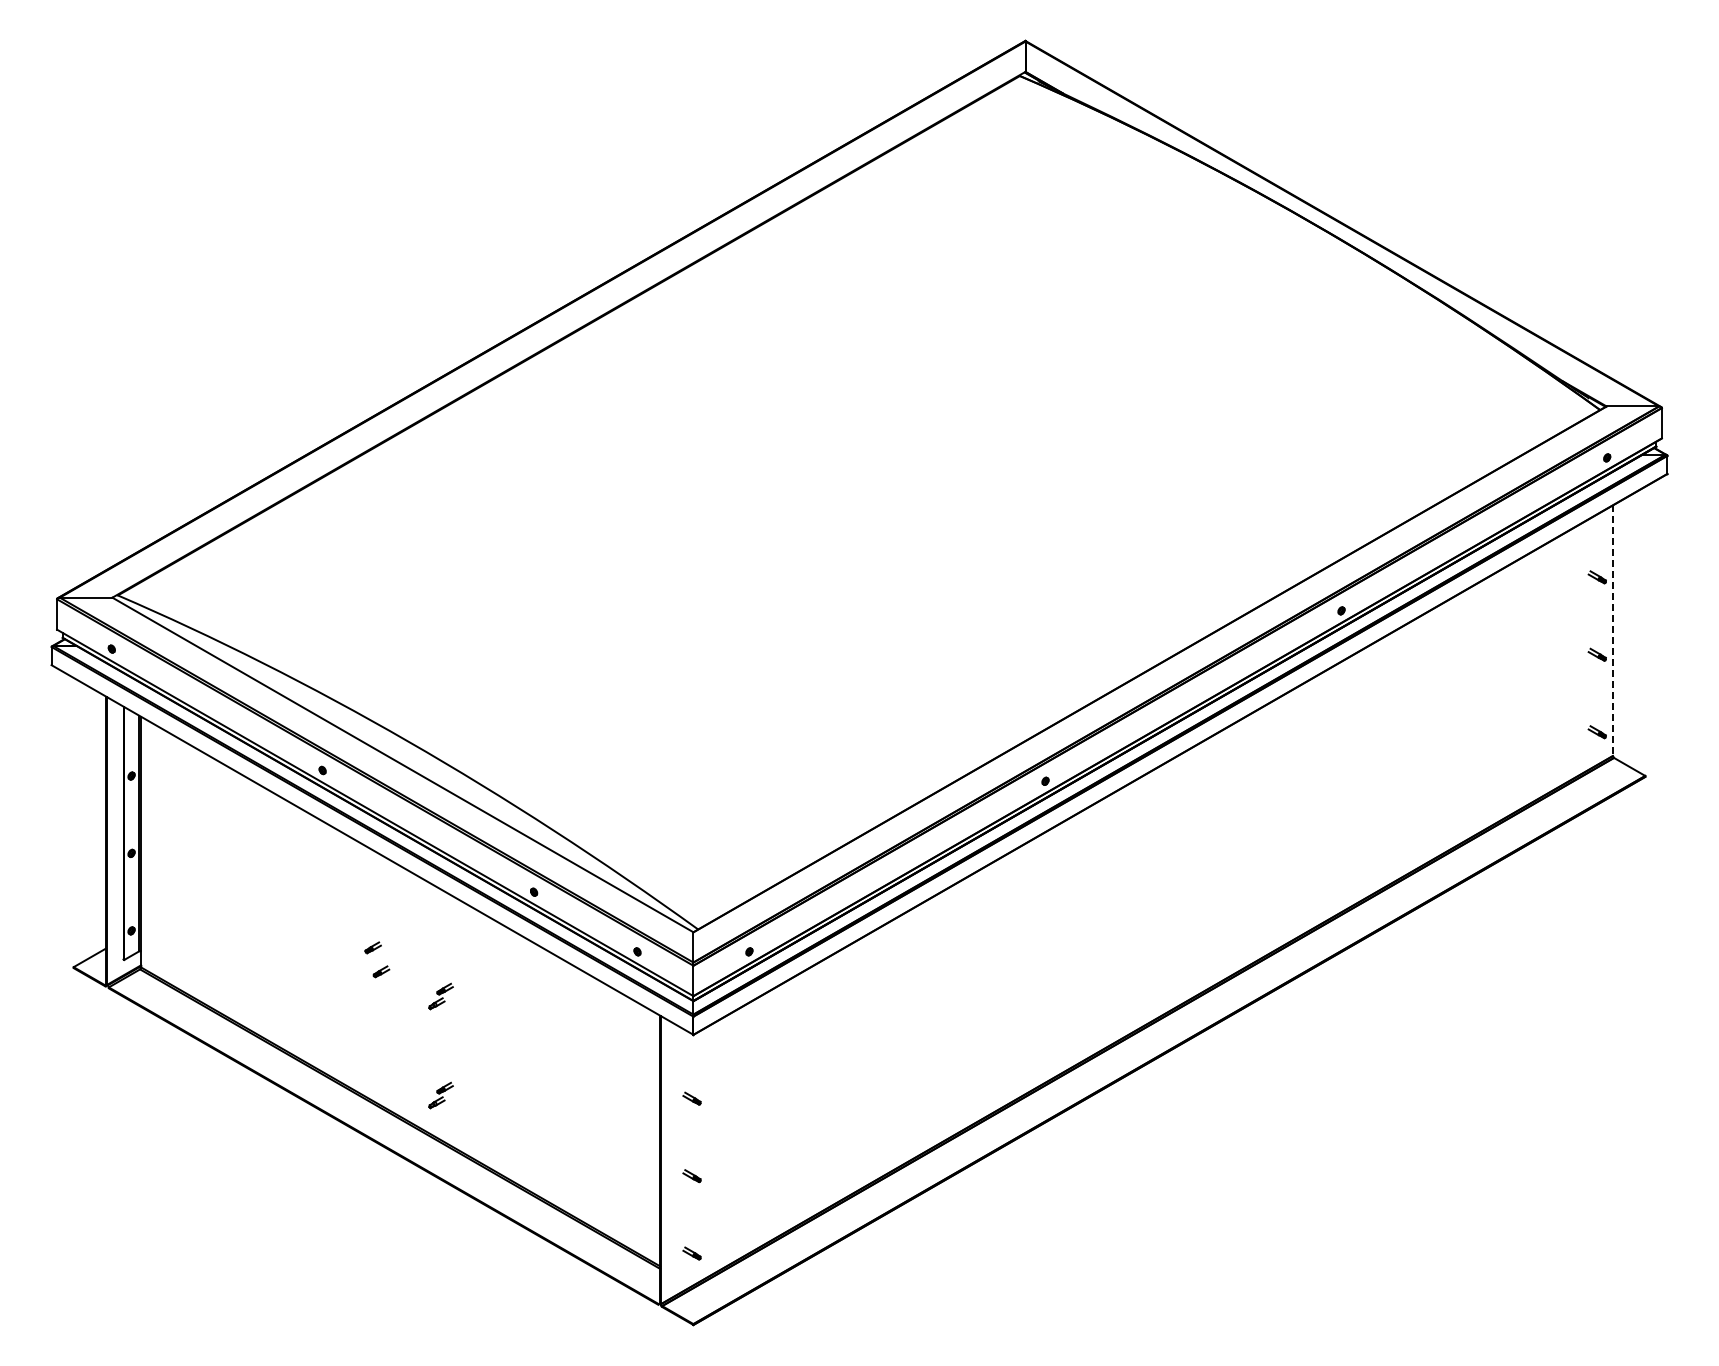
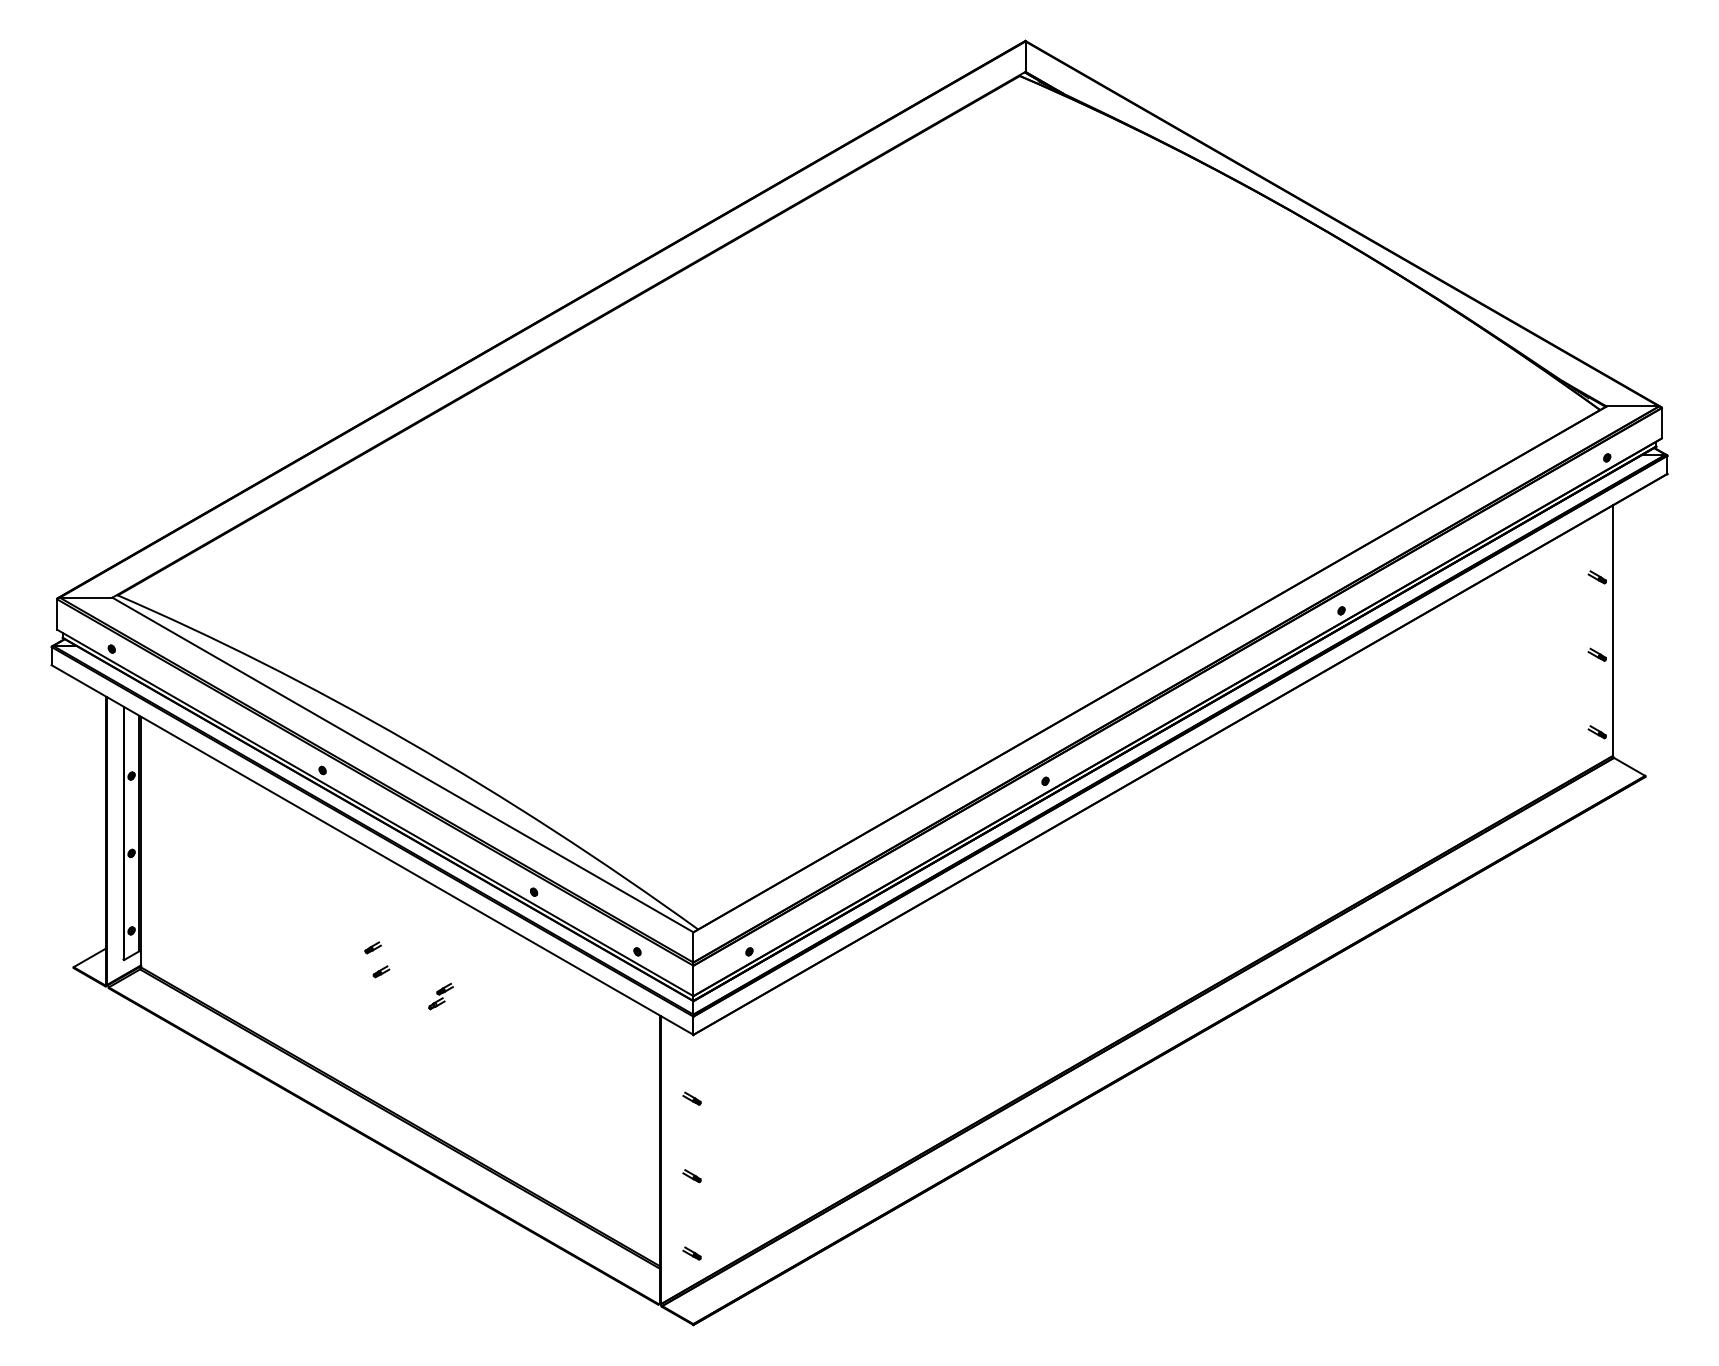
line at (1612, 631): dashed -> solid
part at (440, 1095): present -> none
